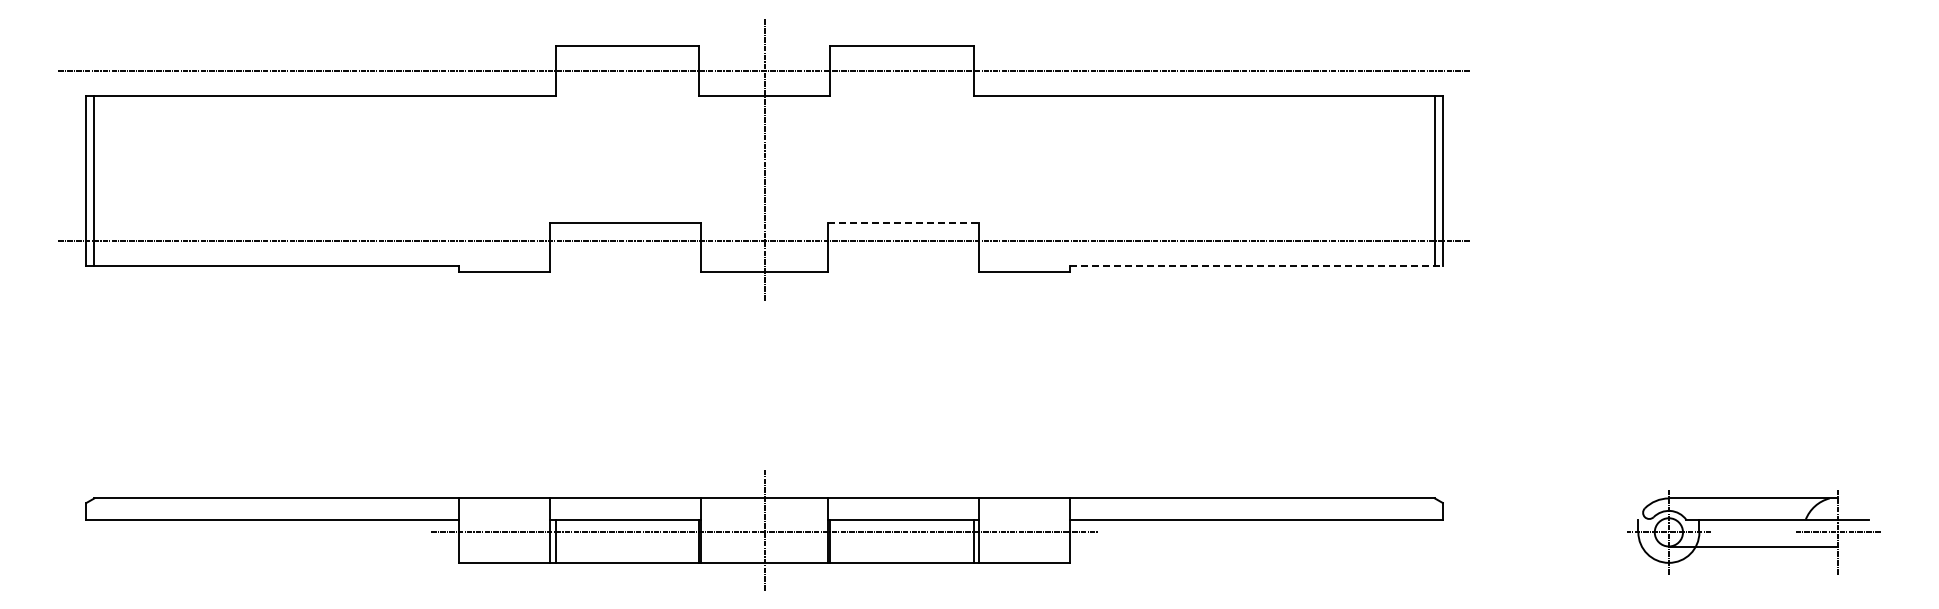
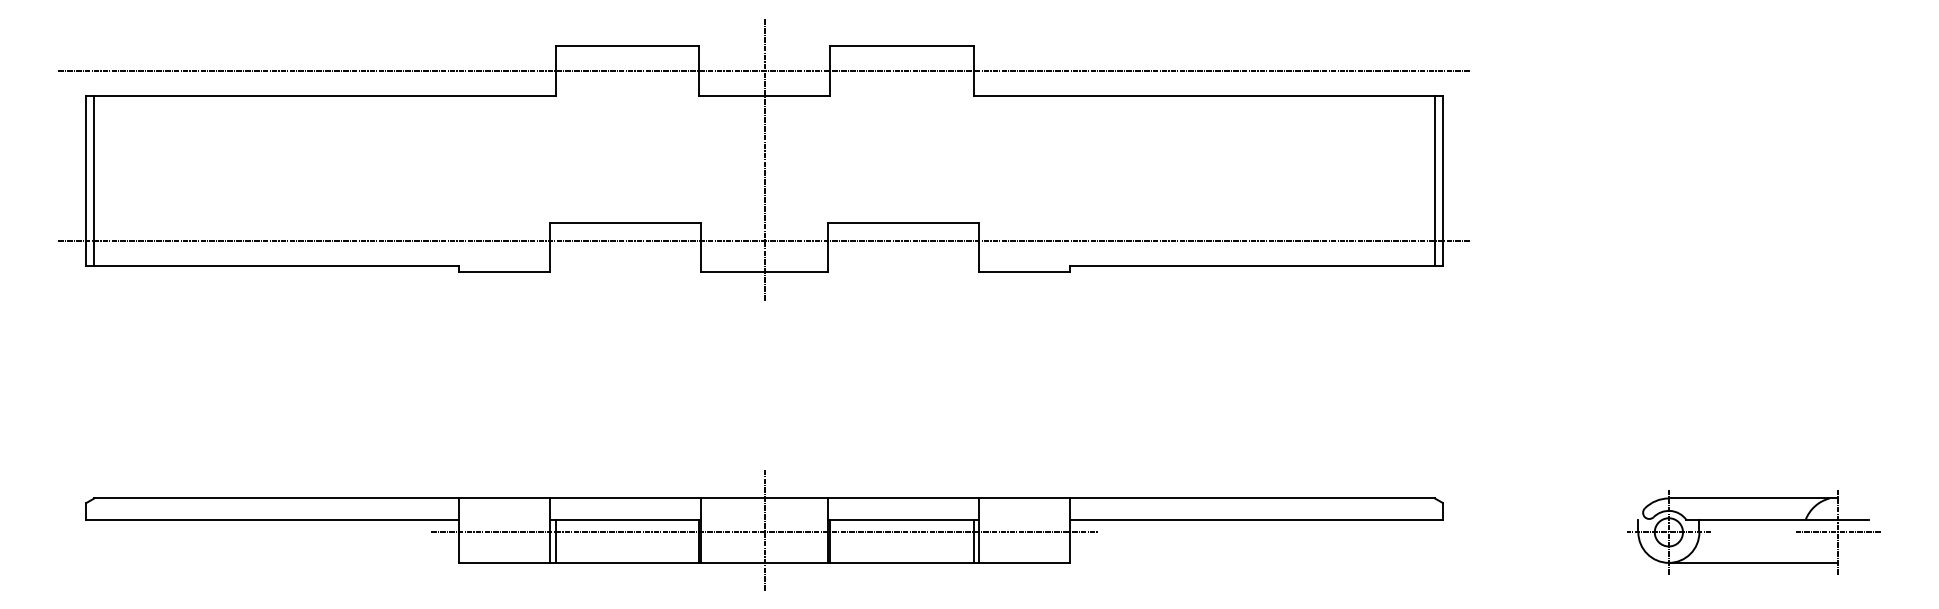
line at (903, 222): dashed -> solid
line at (1256, 265): dashed -> solid
line at (1753, 546) position: (1753, 546) -> (1753, 562)
